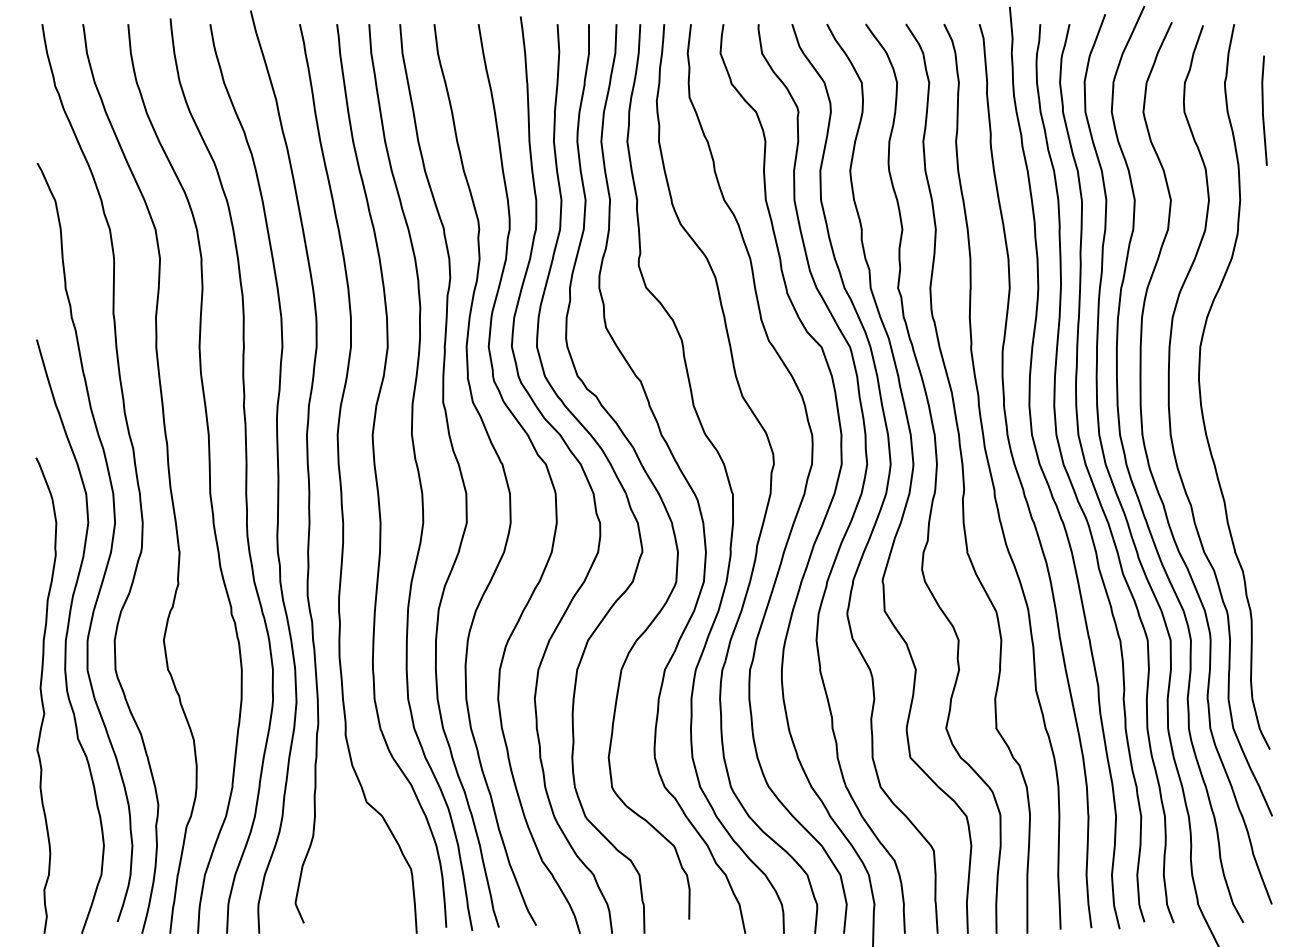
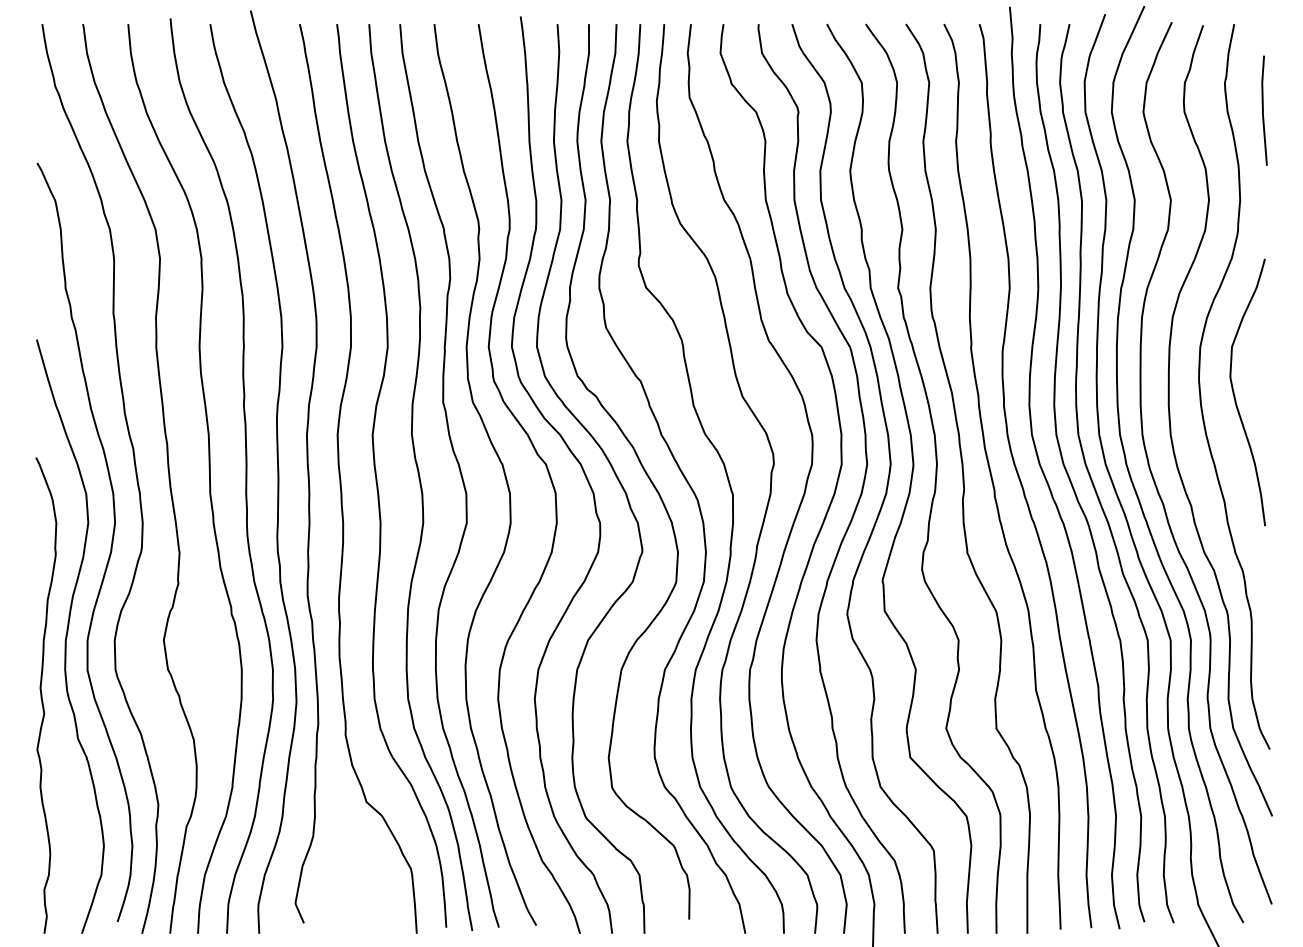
curve at (1235, 396): none -> present
